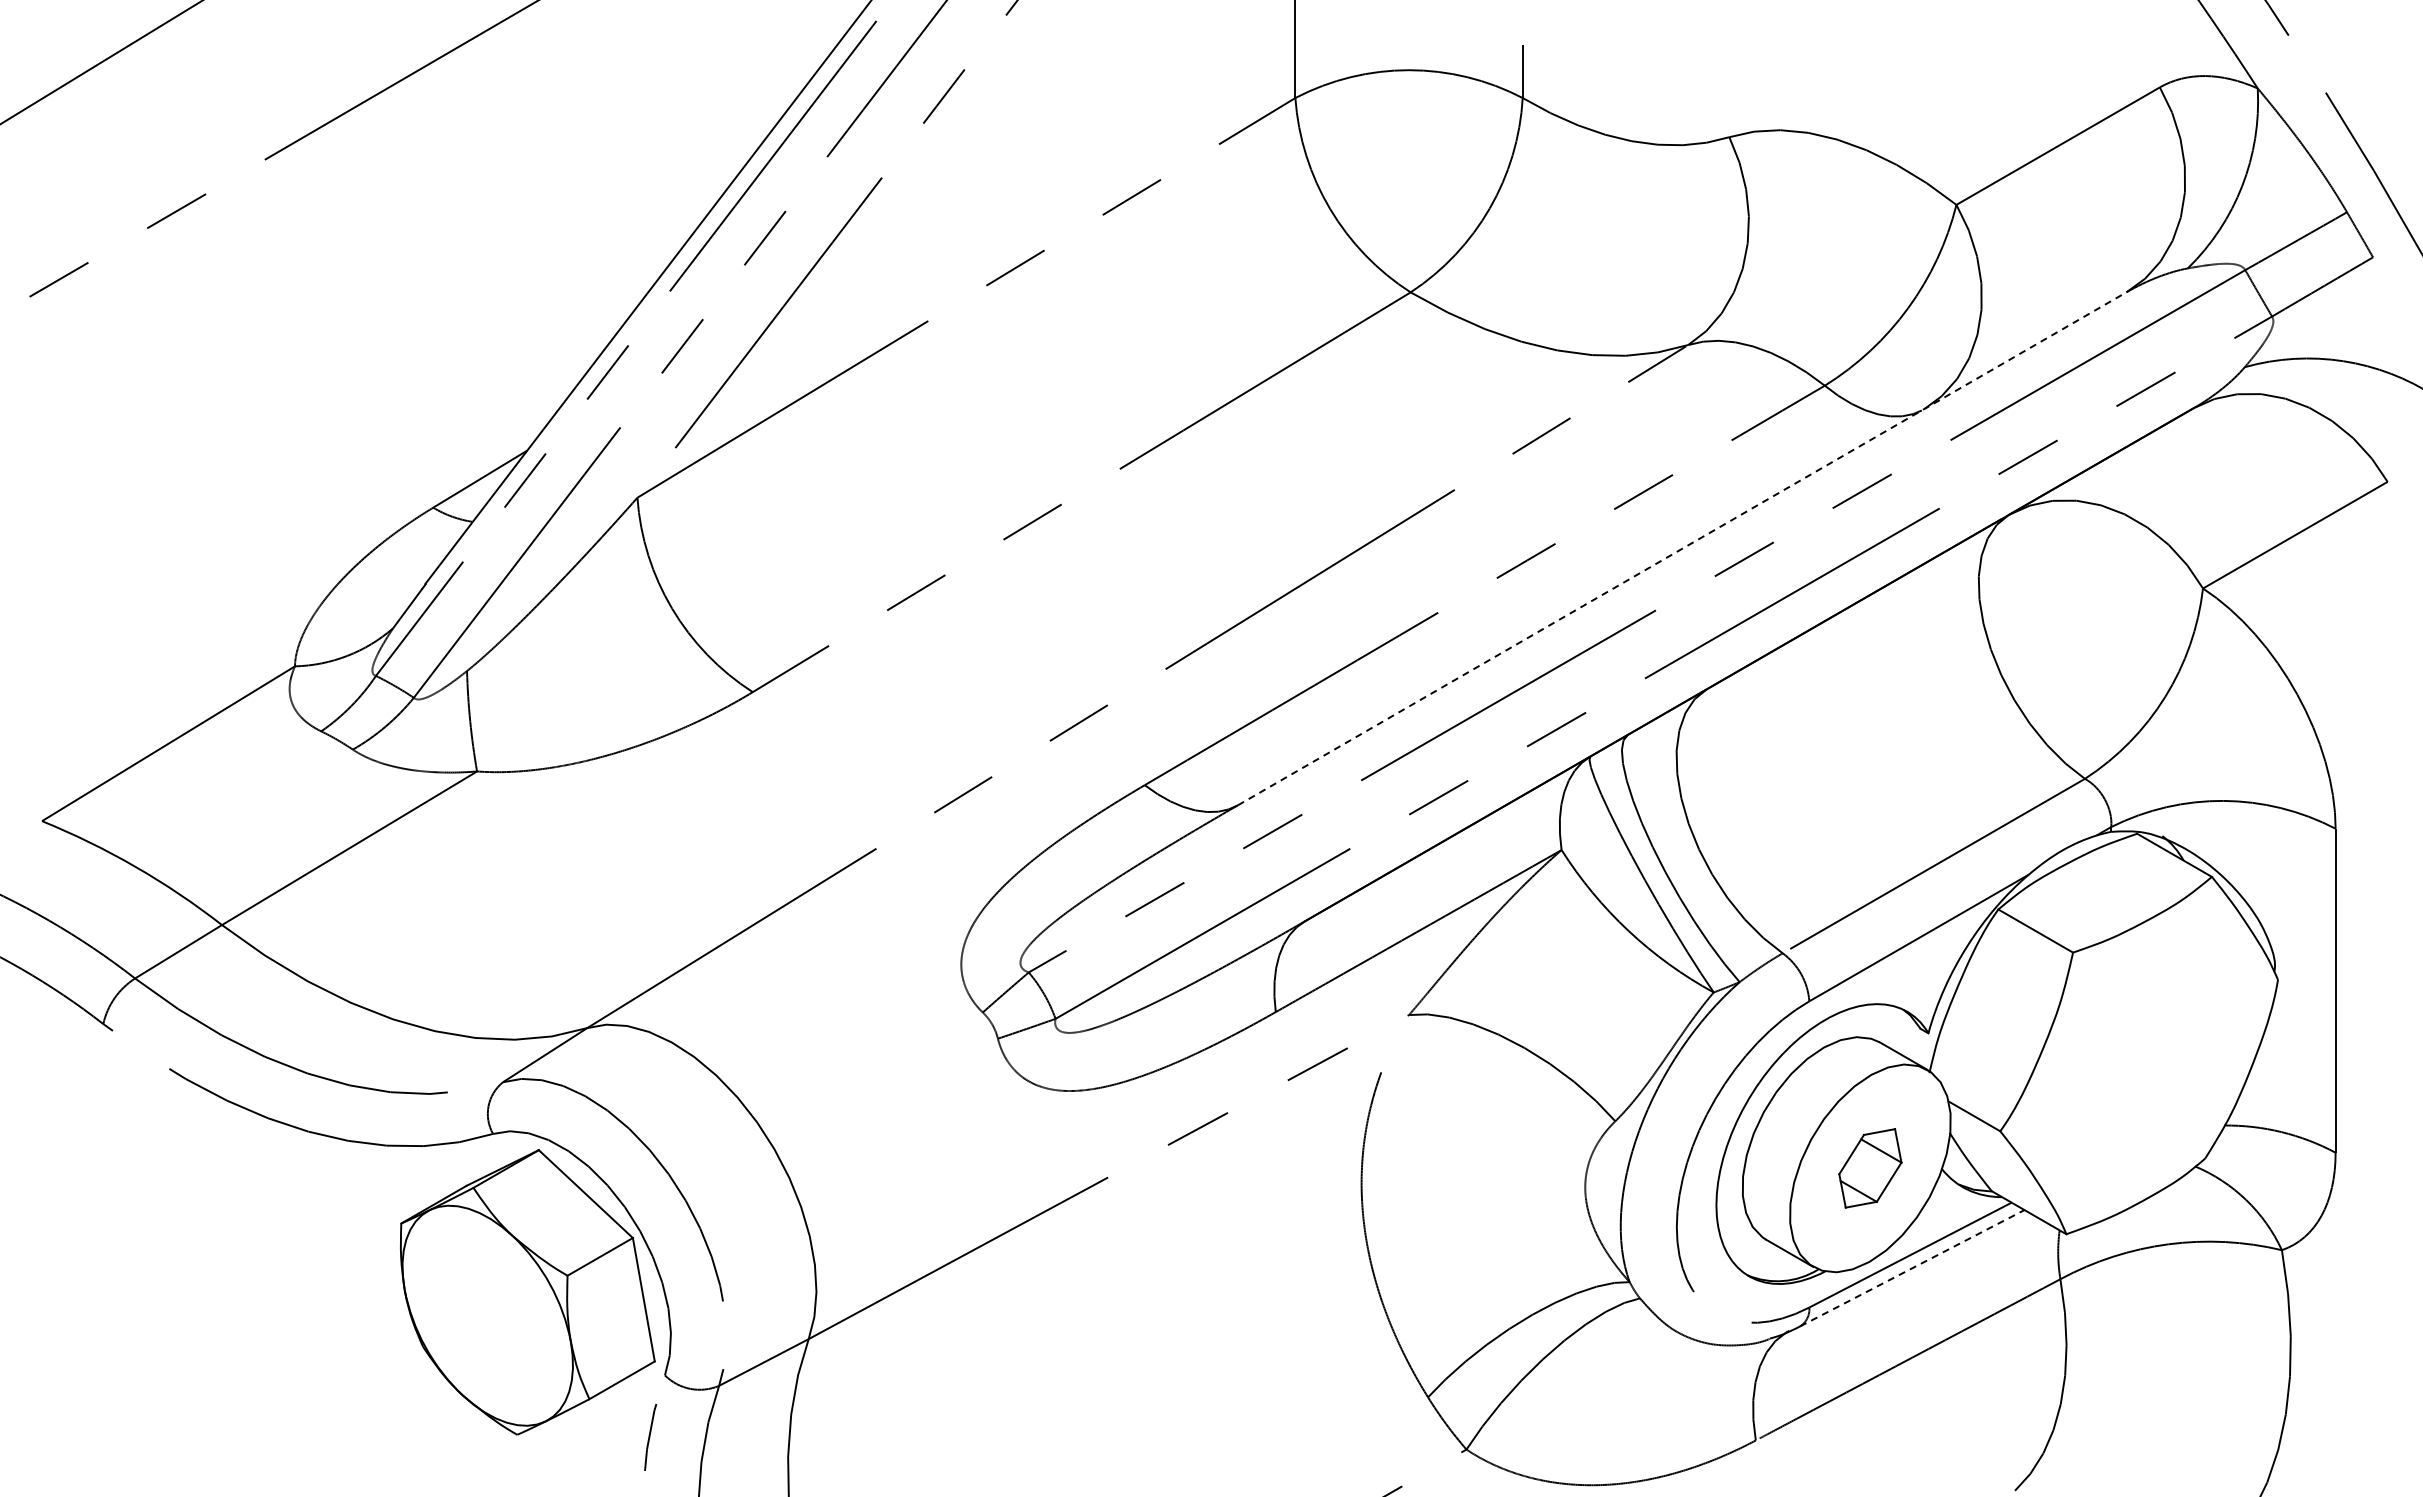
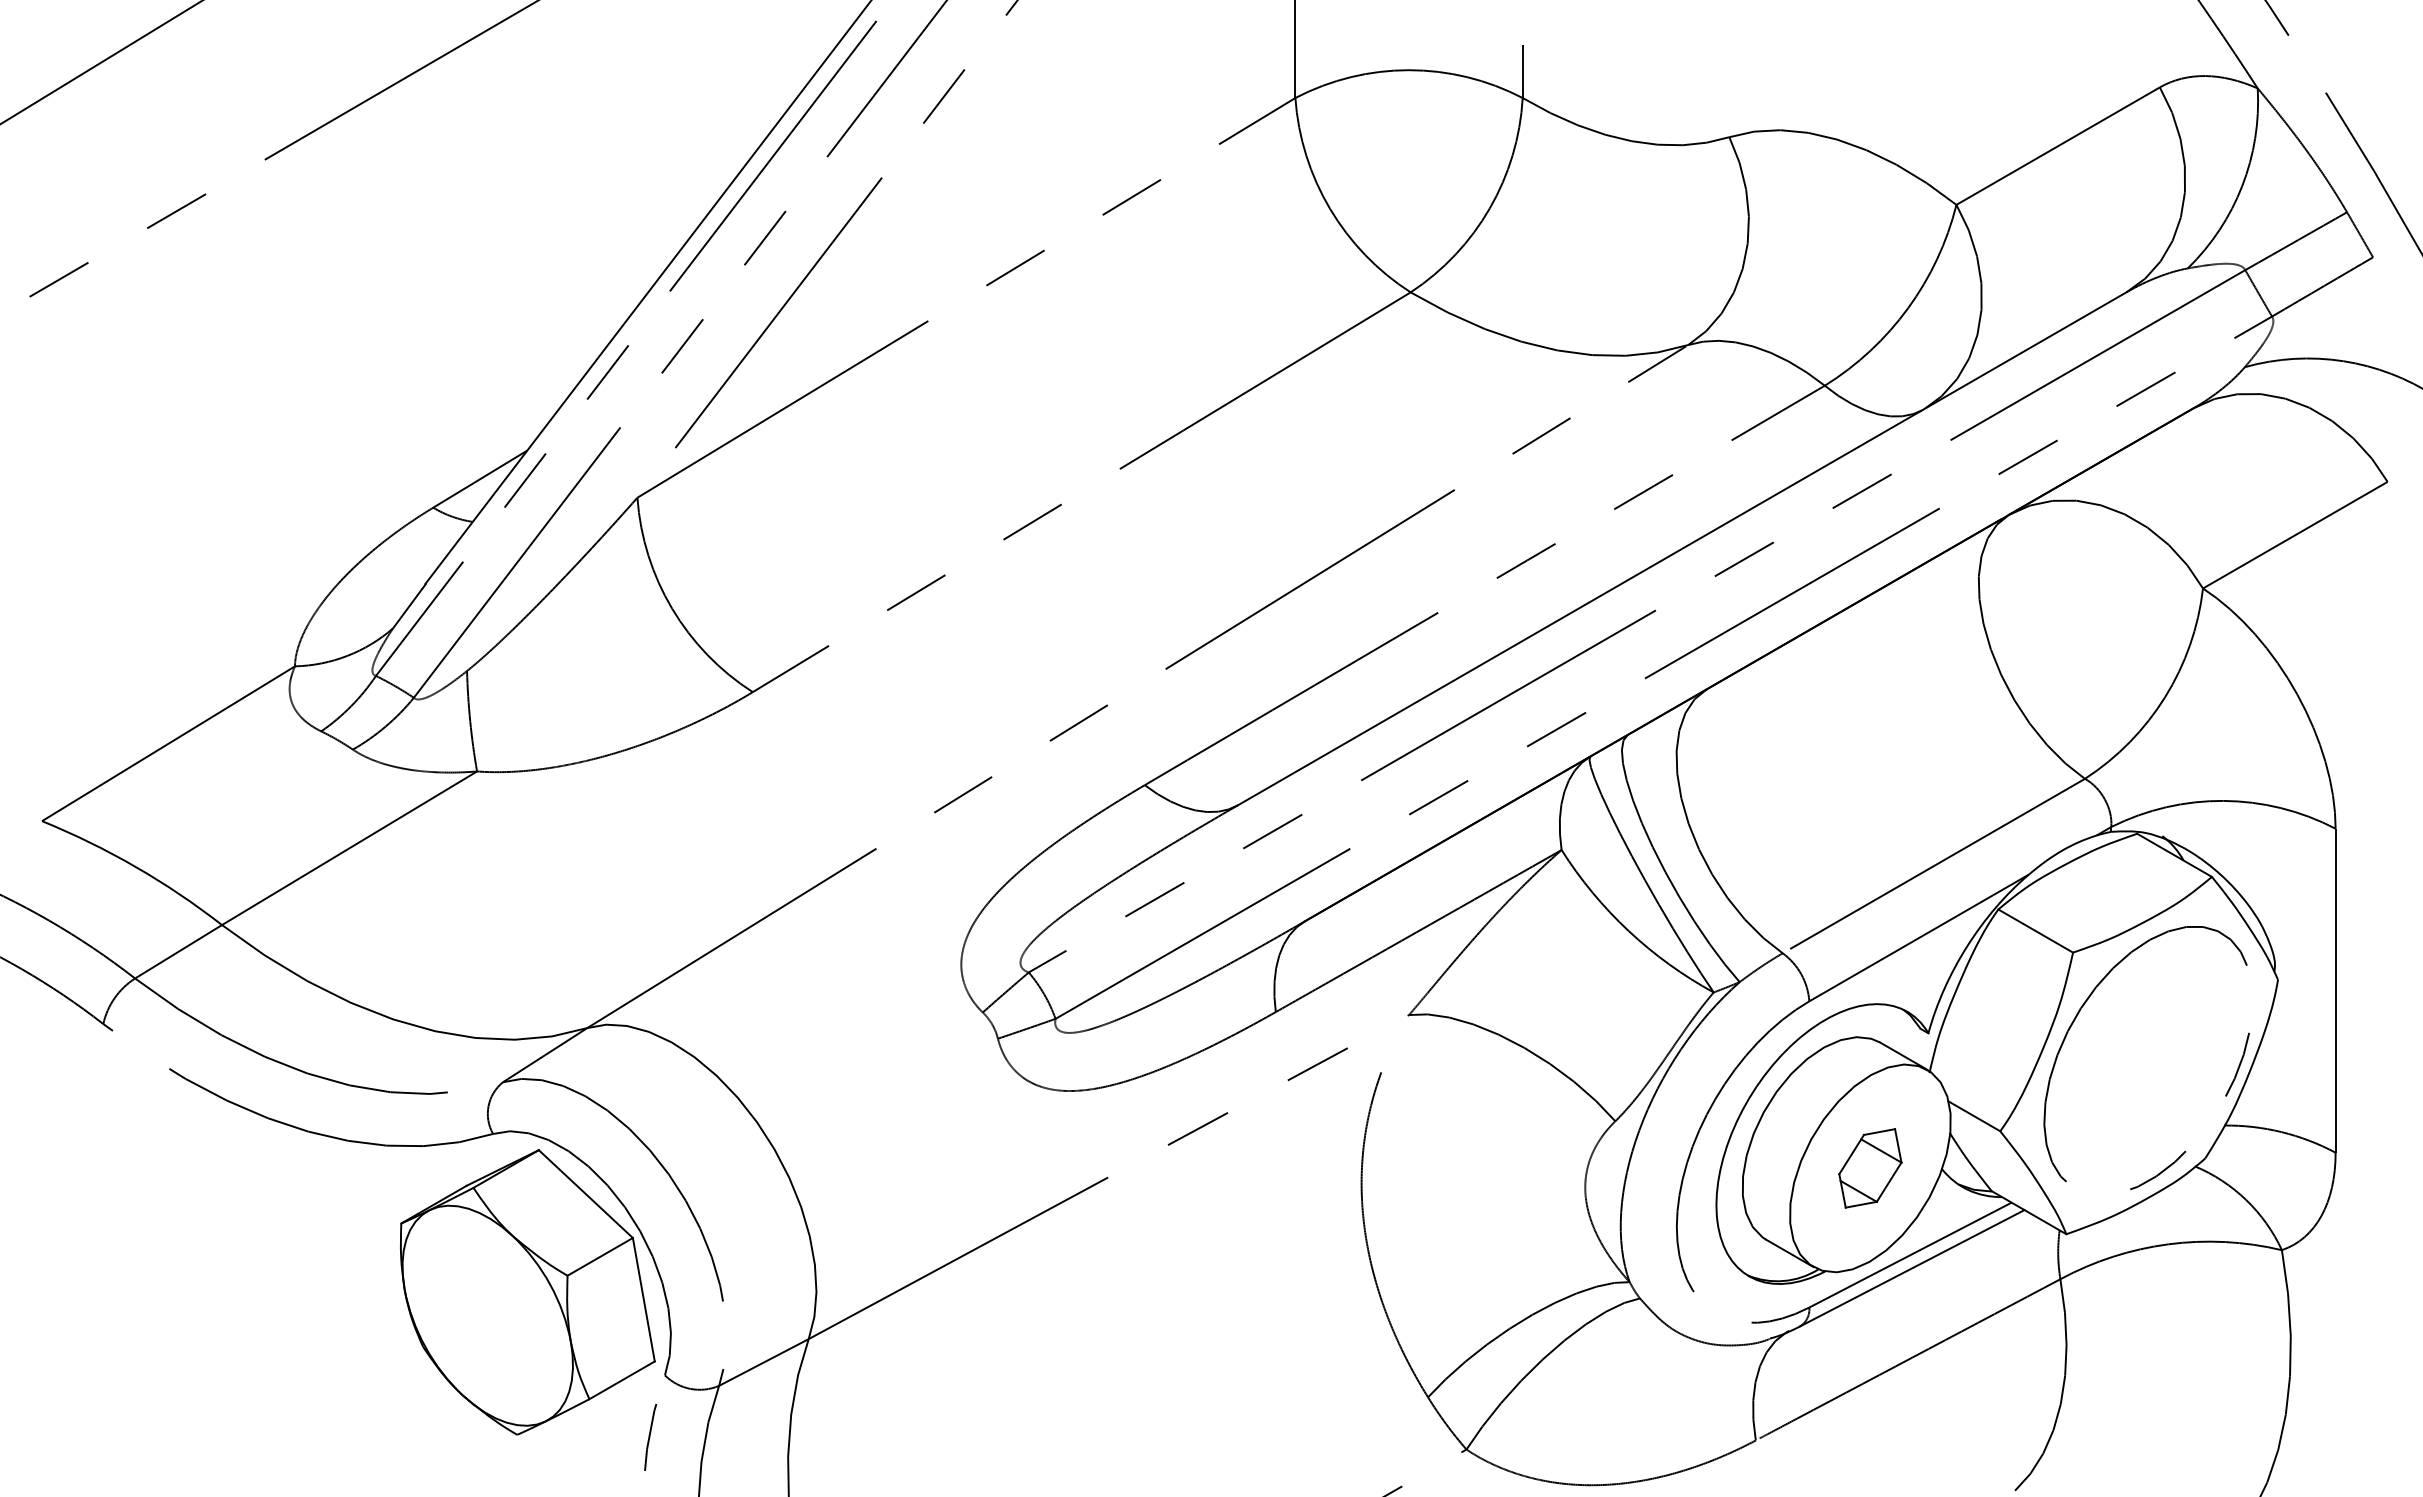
line at (1682, 548): dashed -> solid
part at (2075, 1020): none -> present
line at (1912, 1268): dashed -> solid
